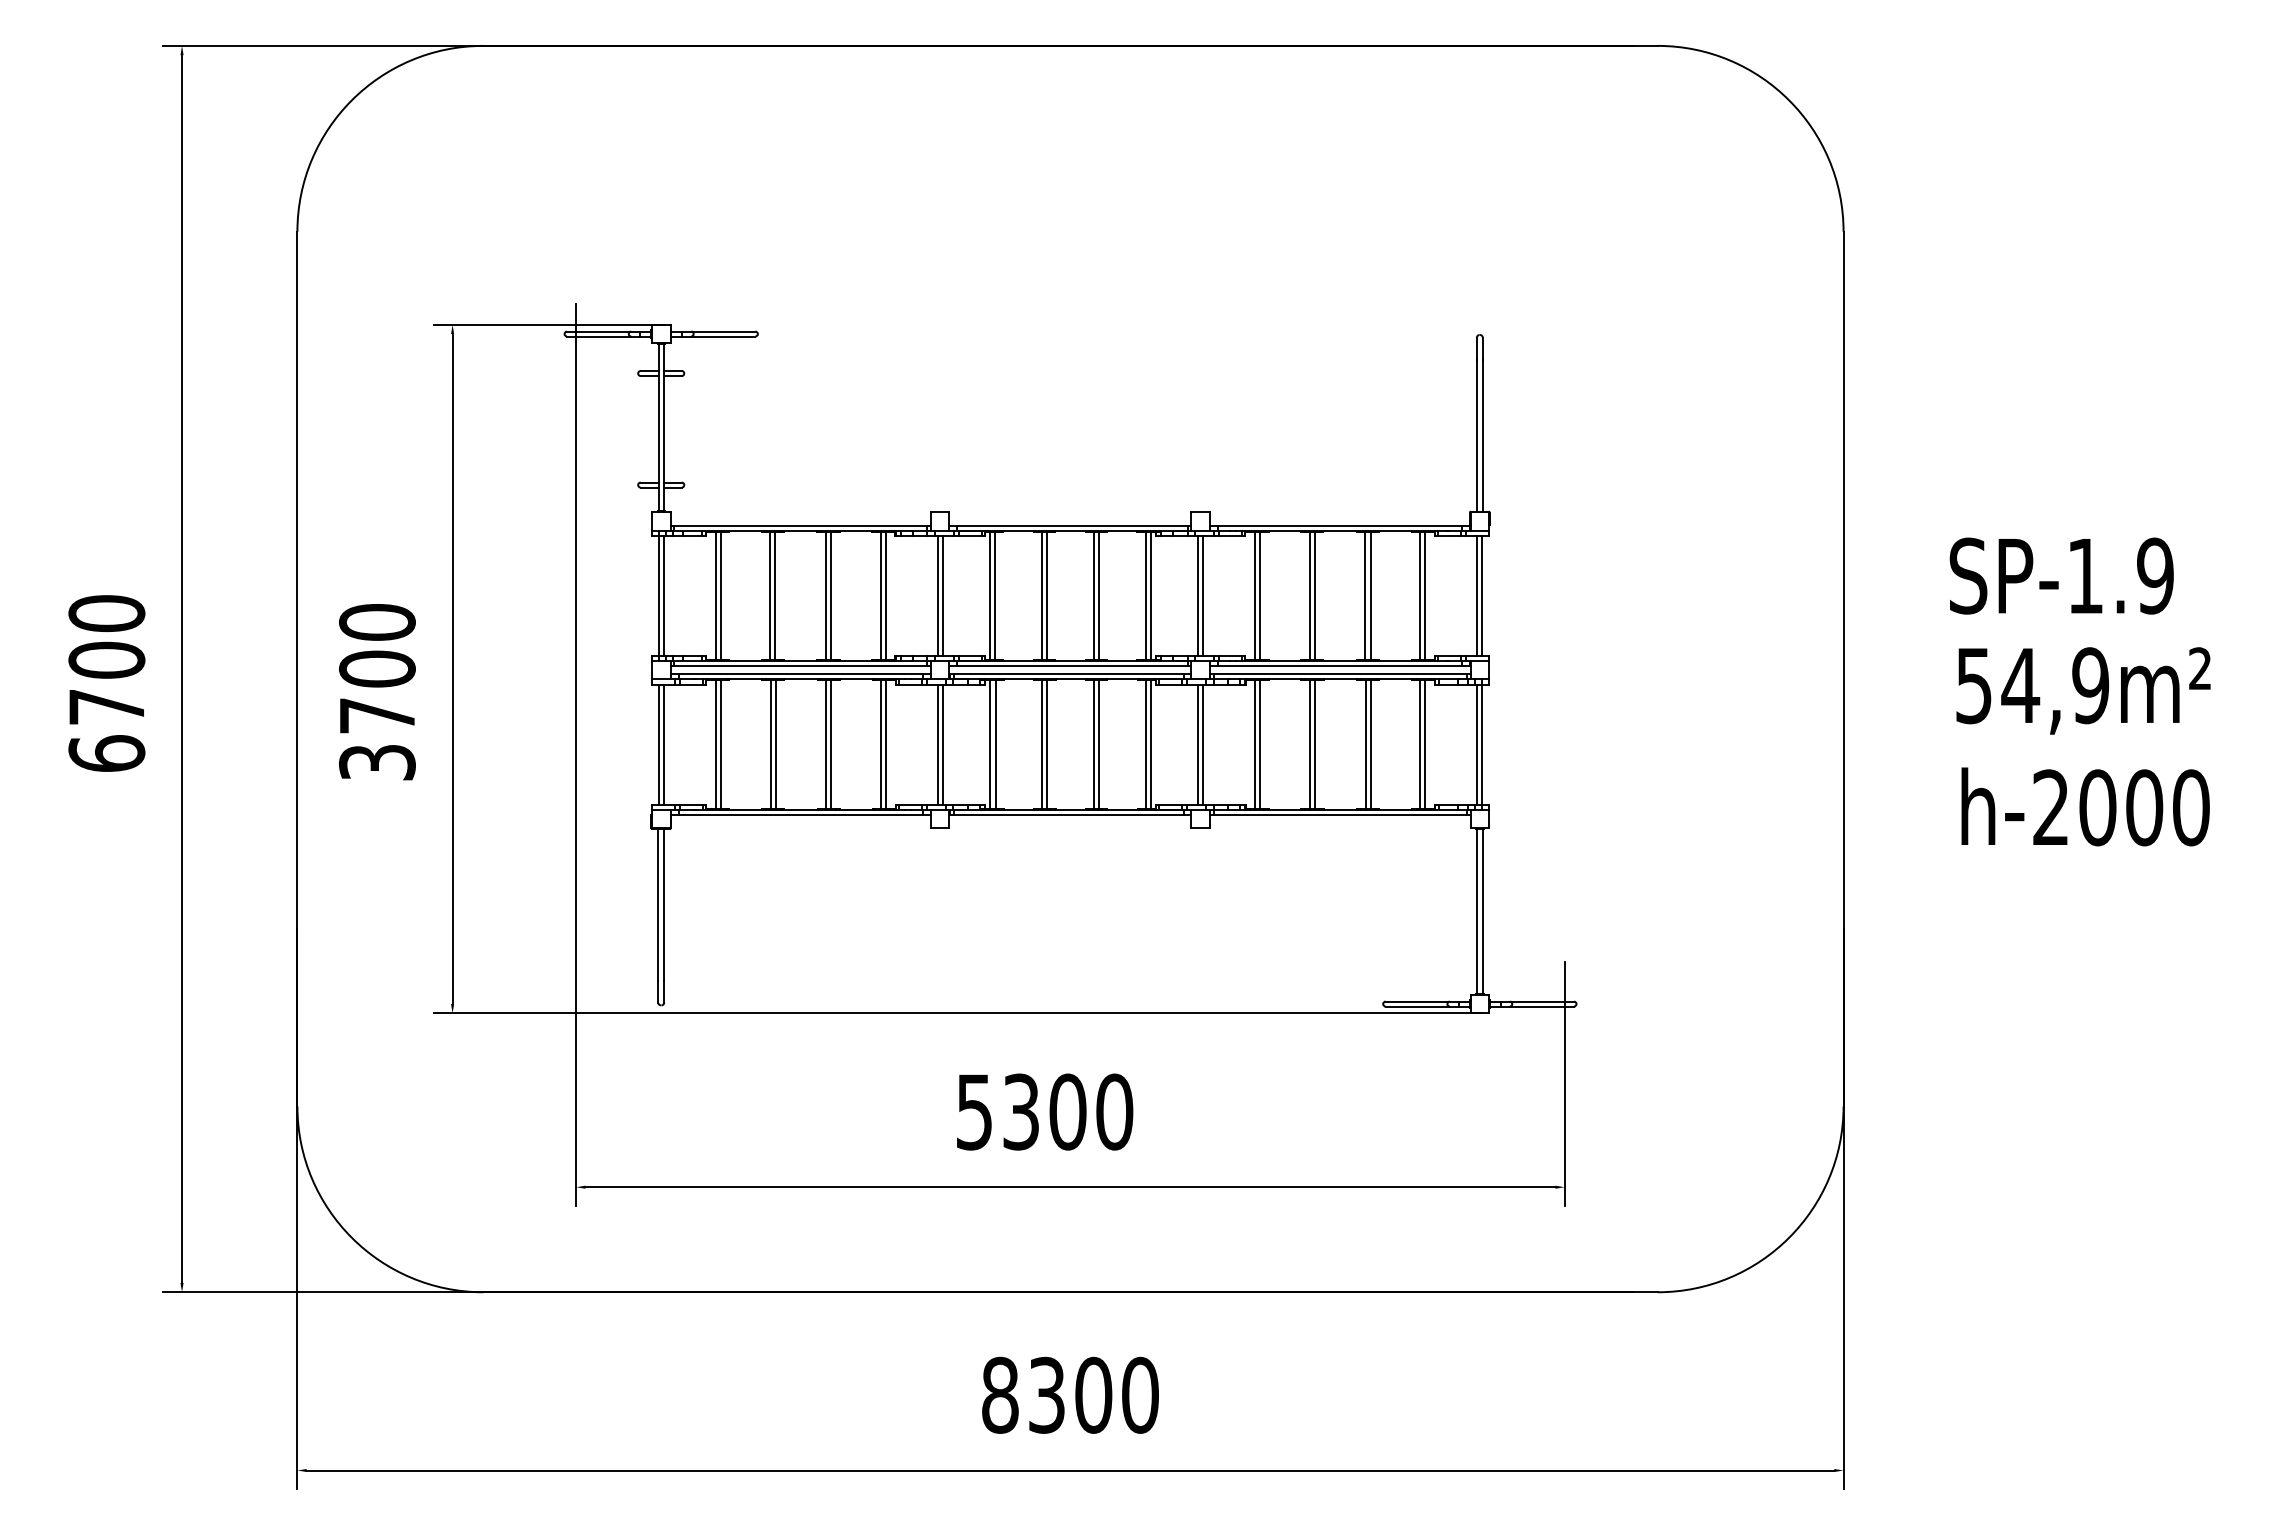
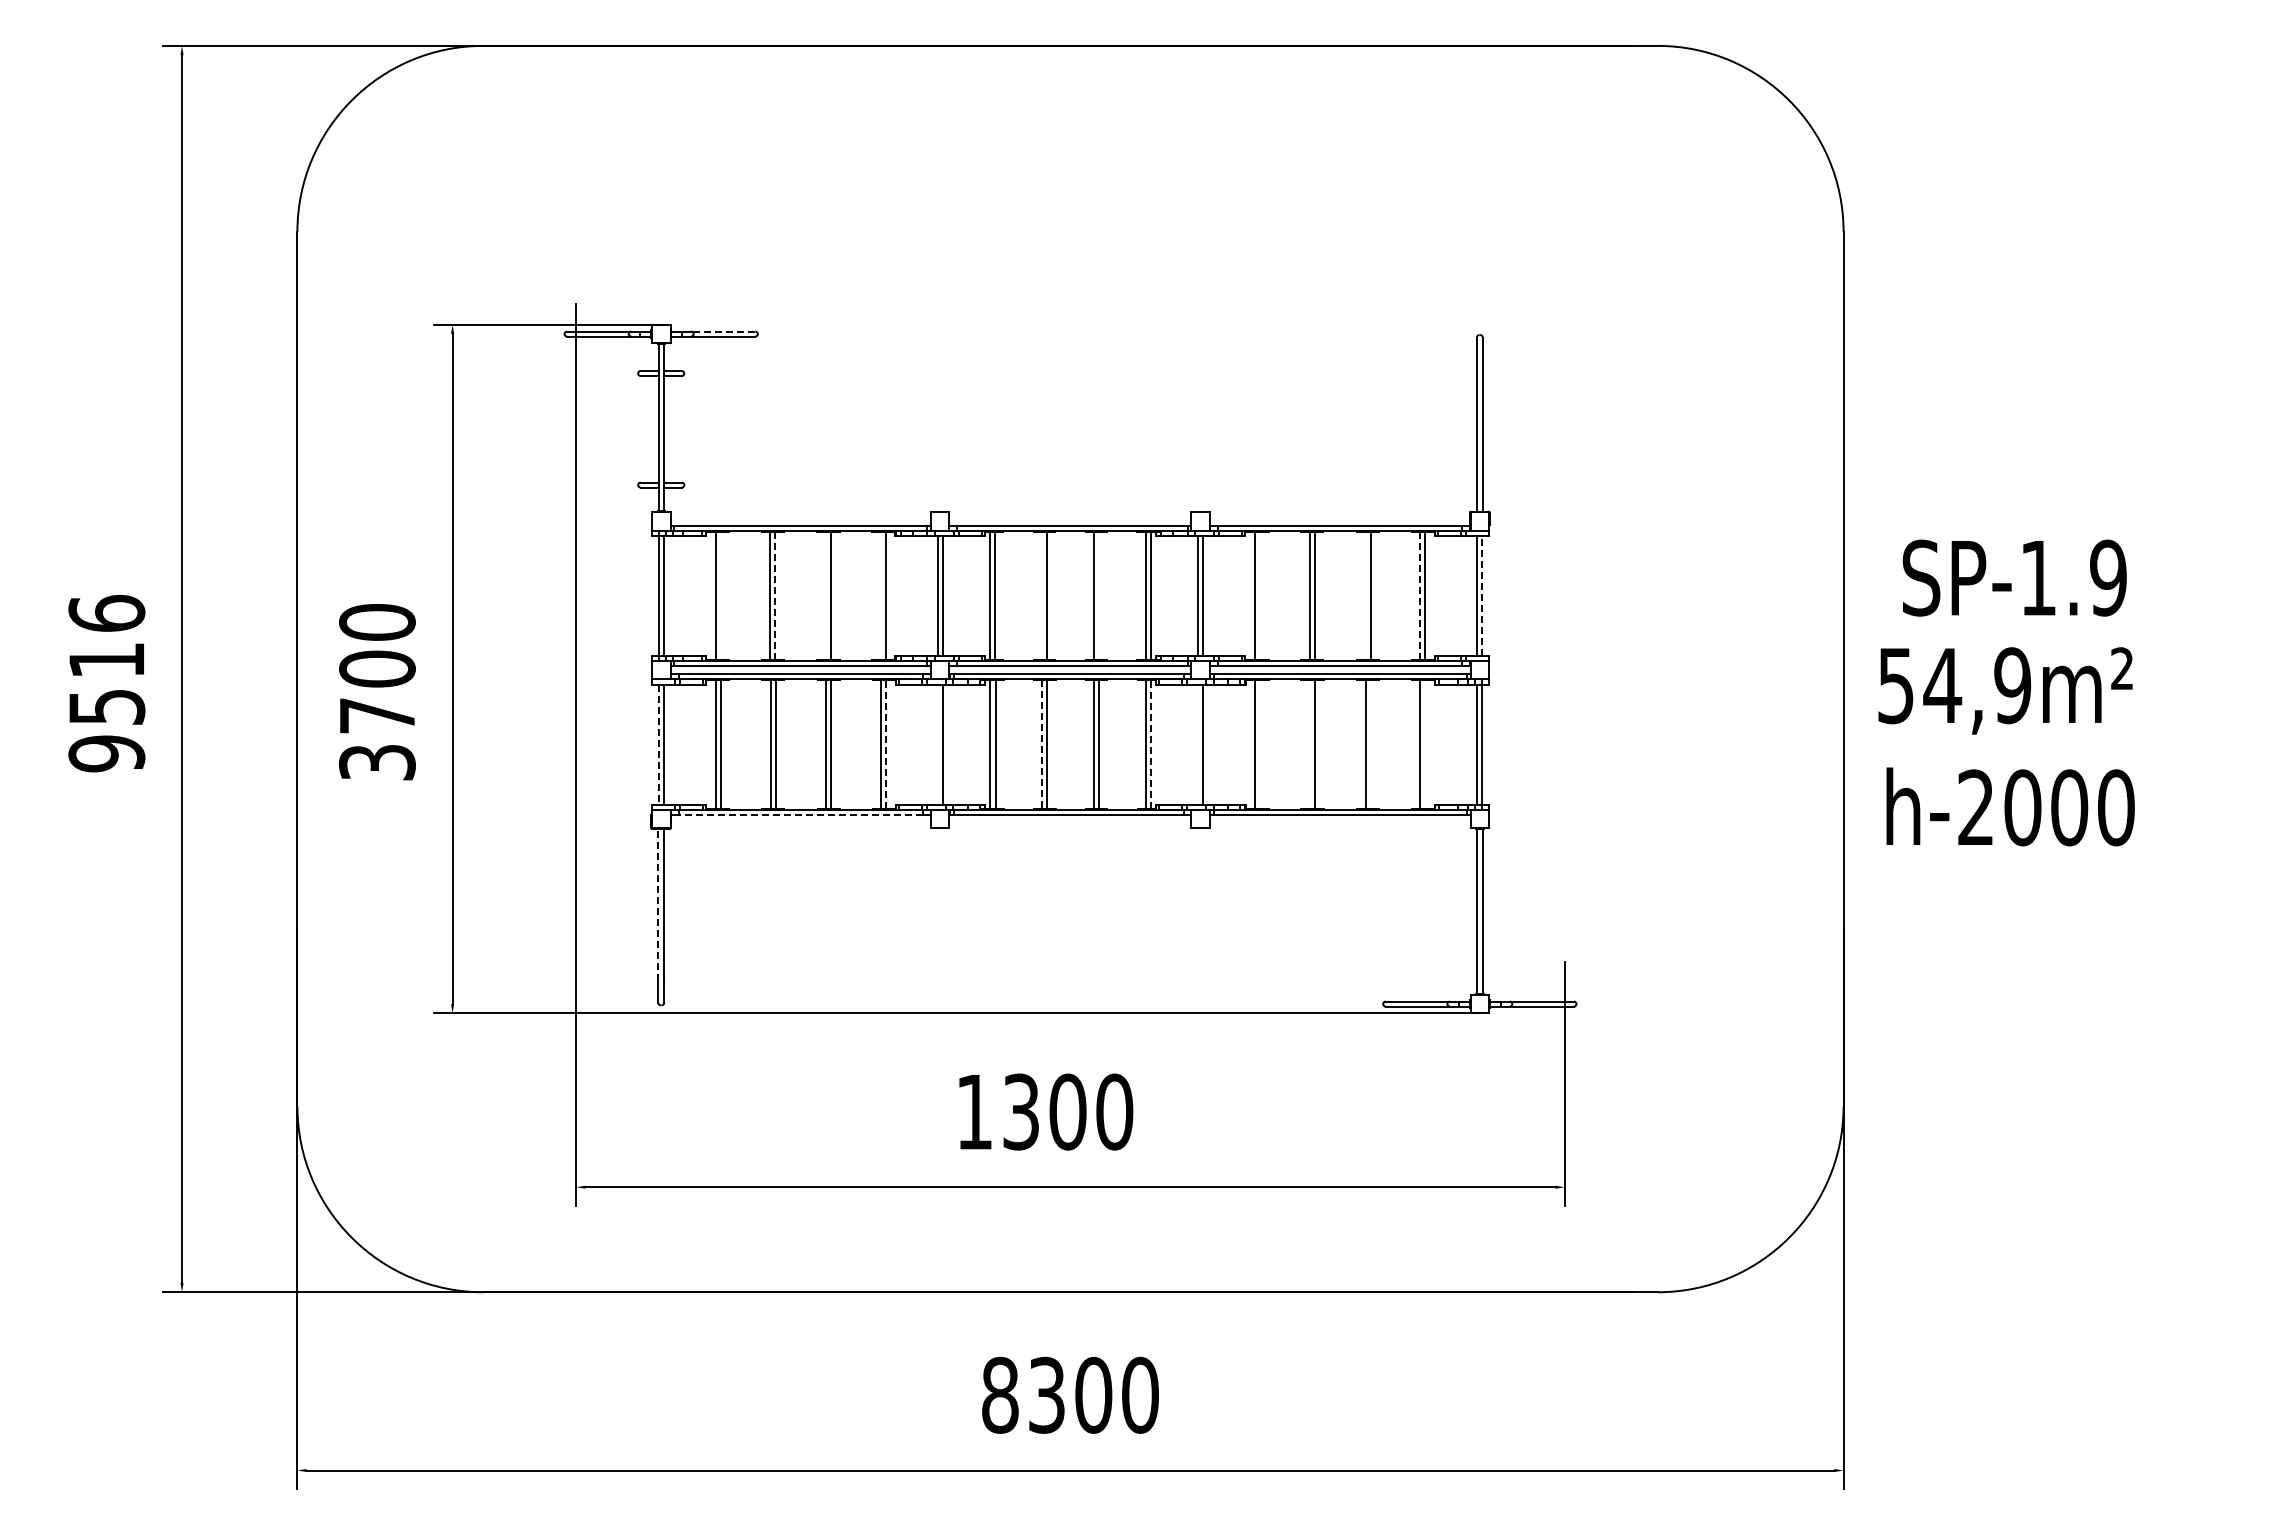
line at (722, 331): solid -> dashed
text at (2061, 575) position: (2061, 575) -> (2014, 577)
line at (720, 595): present -> none
line at (775, 595): solid -> dashed
line at (826, 595): present -> none
line at (880, 595): present -> none
line at (1041, 595): present -> none
line at (1098, 595): present -> none
line at (1260, 595): present -> none
line at (1365, 595): present -> none
line at (1482, 595): solid -> dashed
line at (1420, 596): solid -> dashed
text at (106, 683): 6700 -> 9516
text at (2083, 690) position: (2083, 690) -> (2005, 690)
line at (885, 744): solid -> dashed
line at (938, 744): present -> none
line at (1151, 744): solid -> dashed
line at (1198, 744): present -> none
line at (1260, 744): present -> none
line at (1310, 744): present -> none
line at (1370, 744): present -> none
line at (1425, 744): present -> none
line at (658, 745): solid -> dashed
line at (1042, 745): solid -> dashed
text at (2085, 806) position: (2085, 806) -> (2010, 806)
line at (800, 814): solid -> dashed
line at (658, 904): solid -> dashed
text at (974, 1112): 5300 -> 1300
